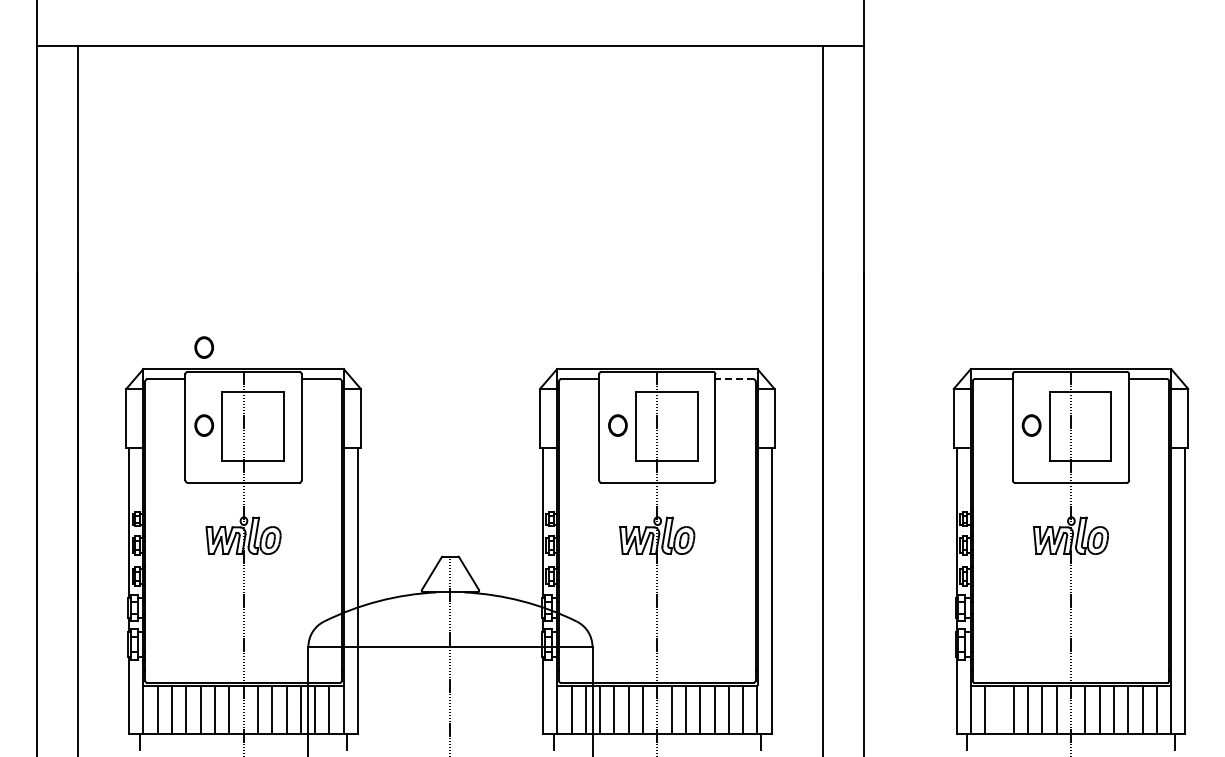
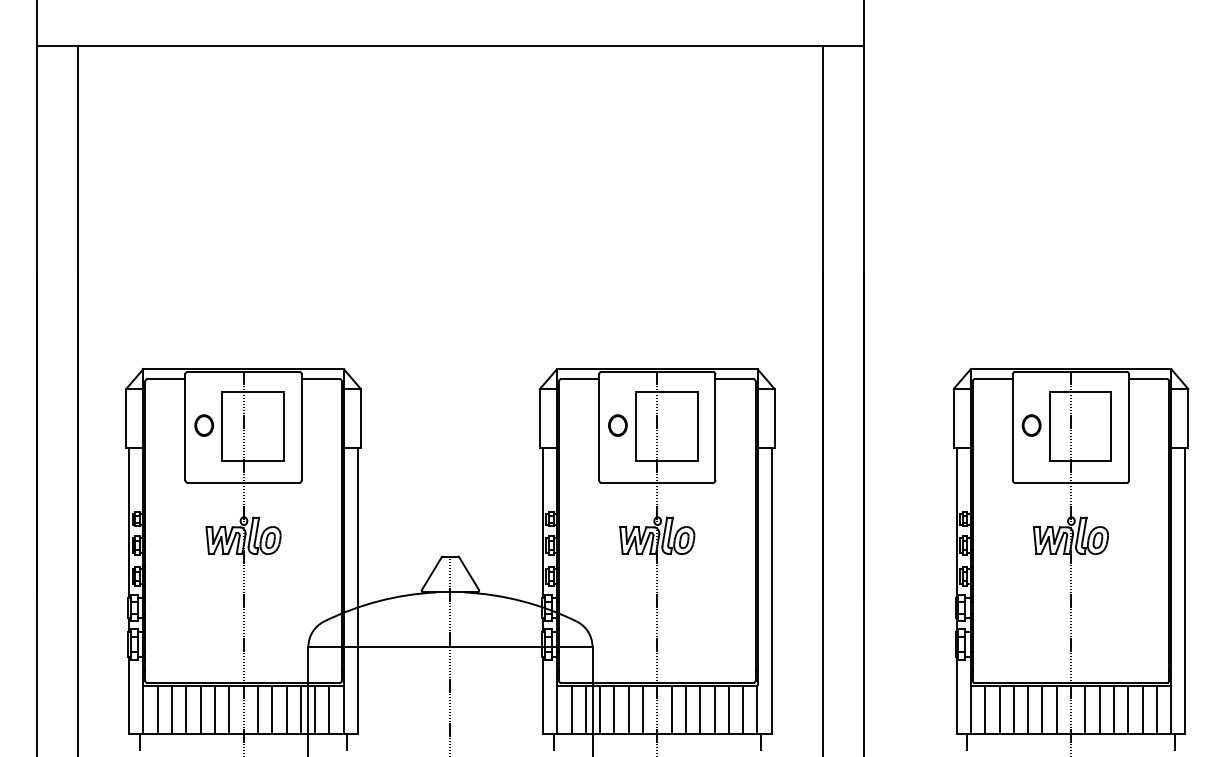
part at (203, 347): present -> none
line at (734, 379): dashed -> solid
line at (999, 709): none -> present
